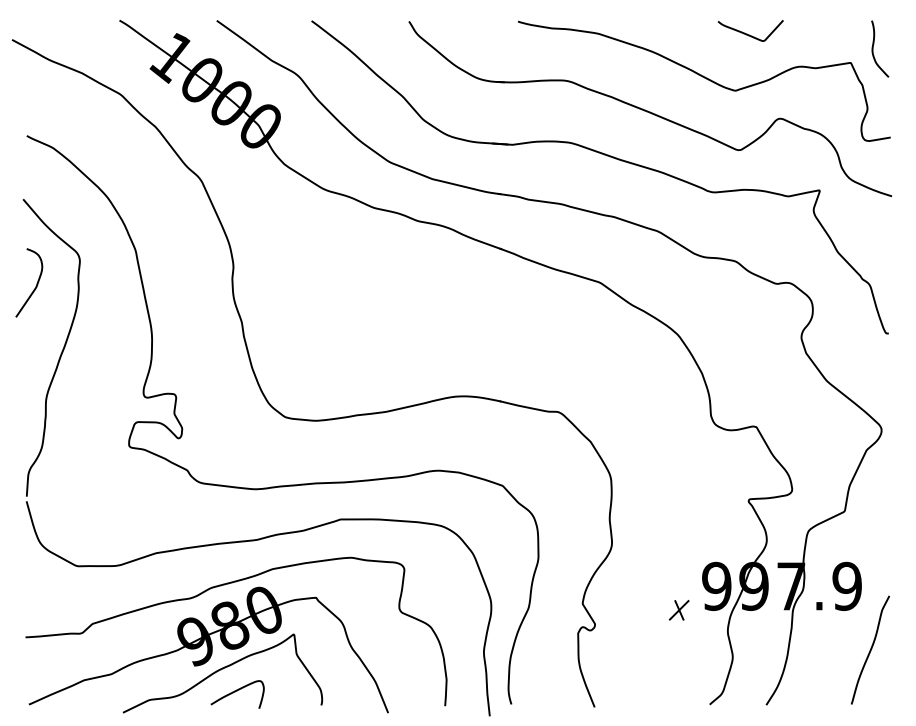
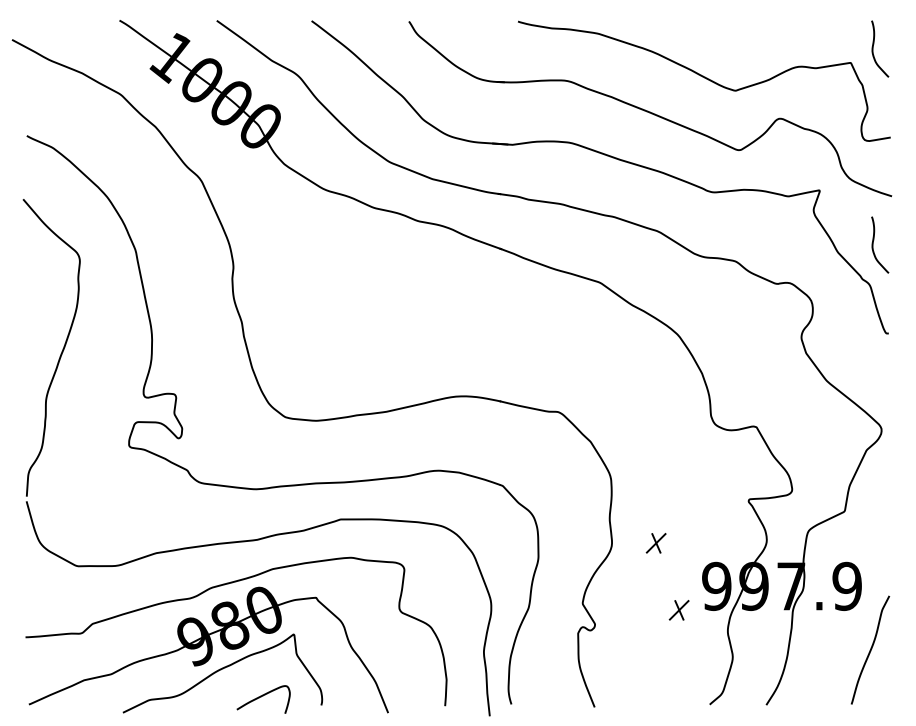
curve at (749, 34): present -> none
curve at (873, 244): none -> present
curve at (36, 283): present -> none
part at (655, 543): none -> present
curve at (235, 692) position: (235, 692) -> (261, 697)
